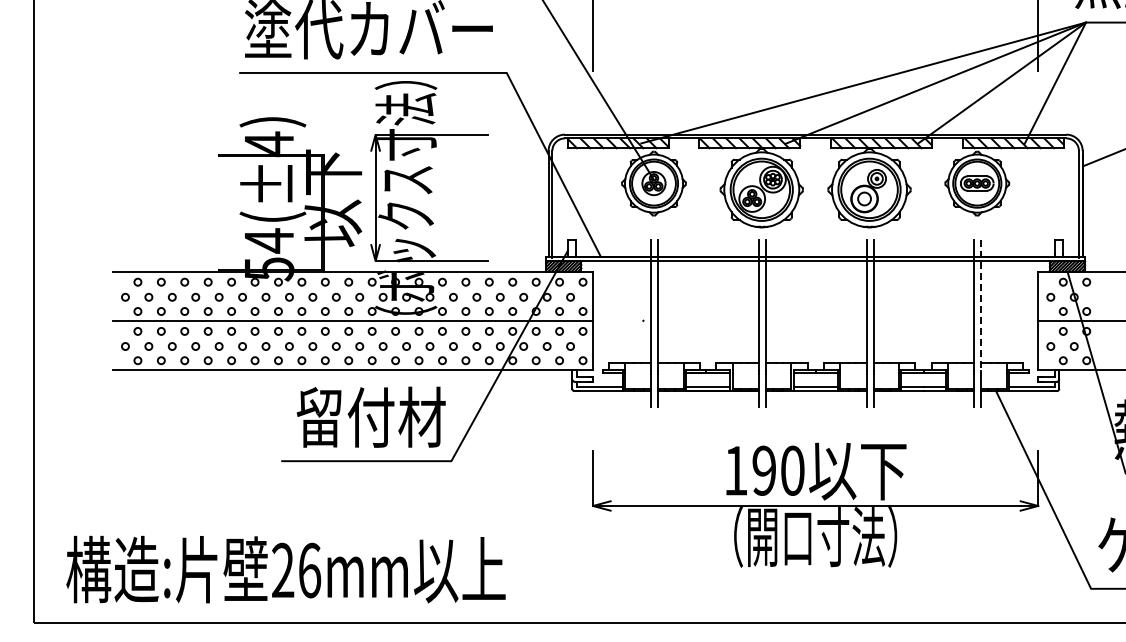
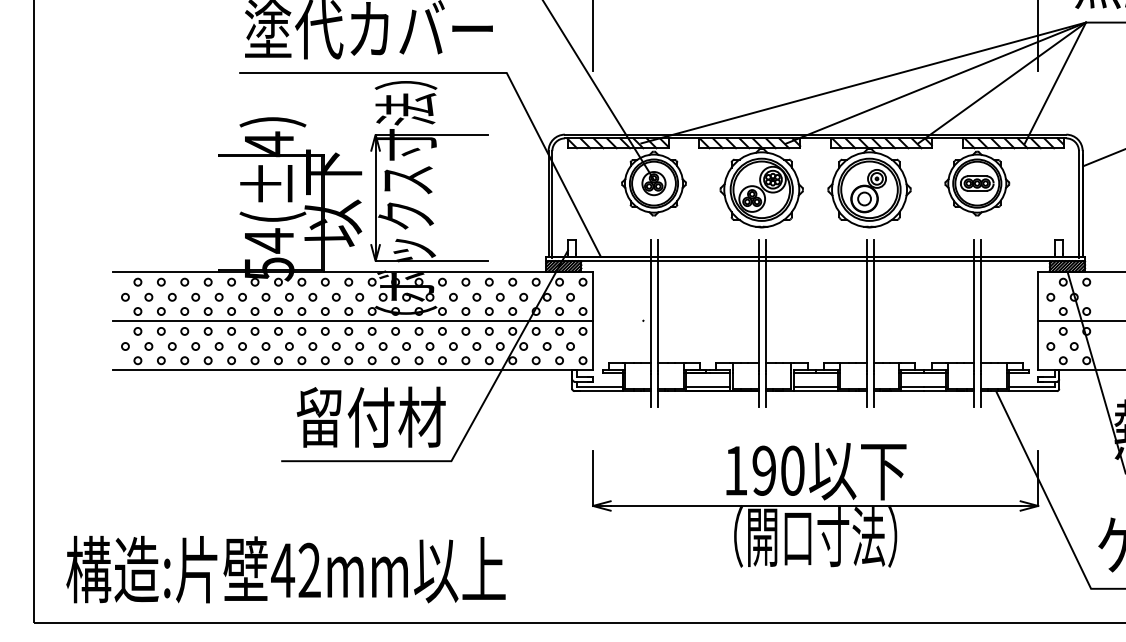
line at (980, 305): dashed -> solid
text at (296, 570): 26mm -> 42mm
